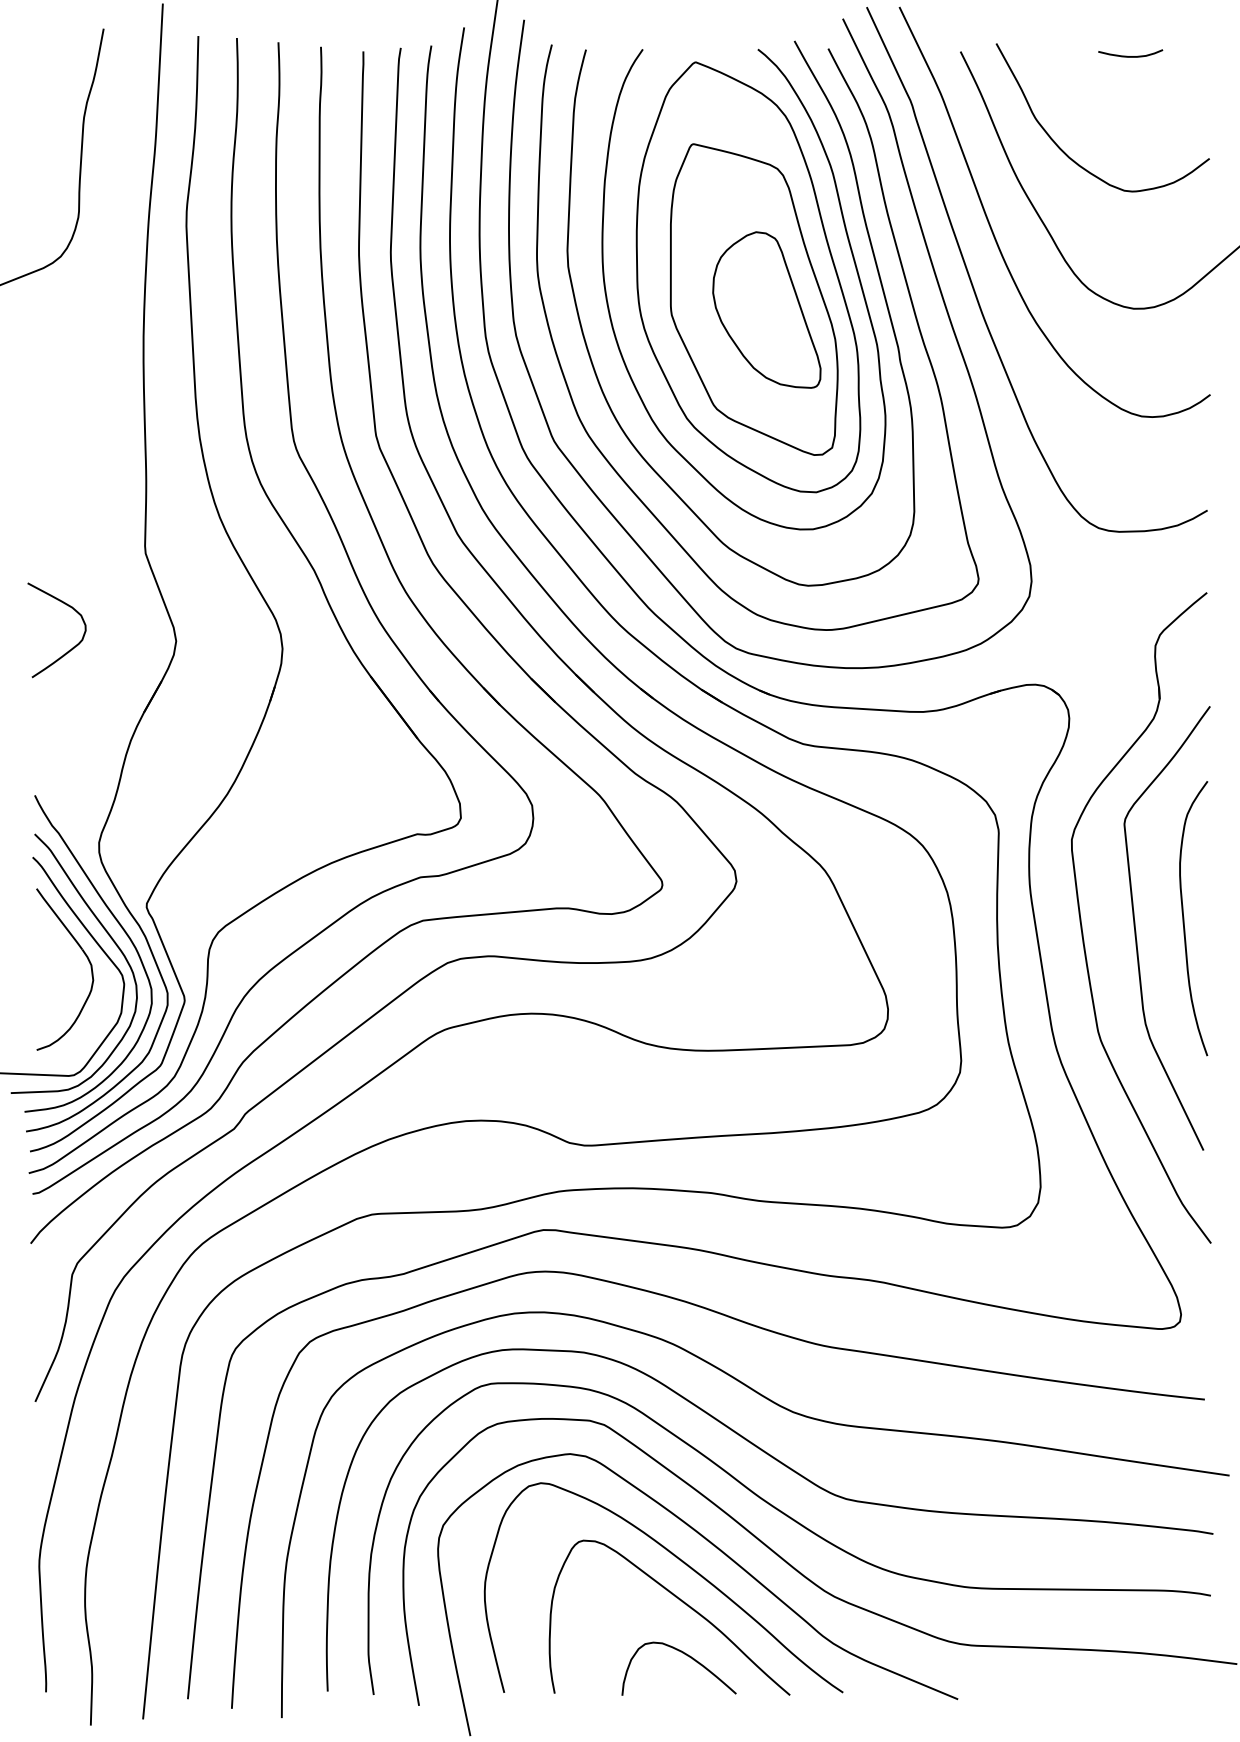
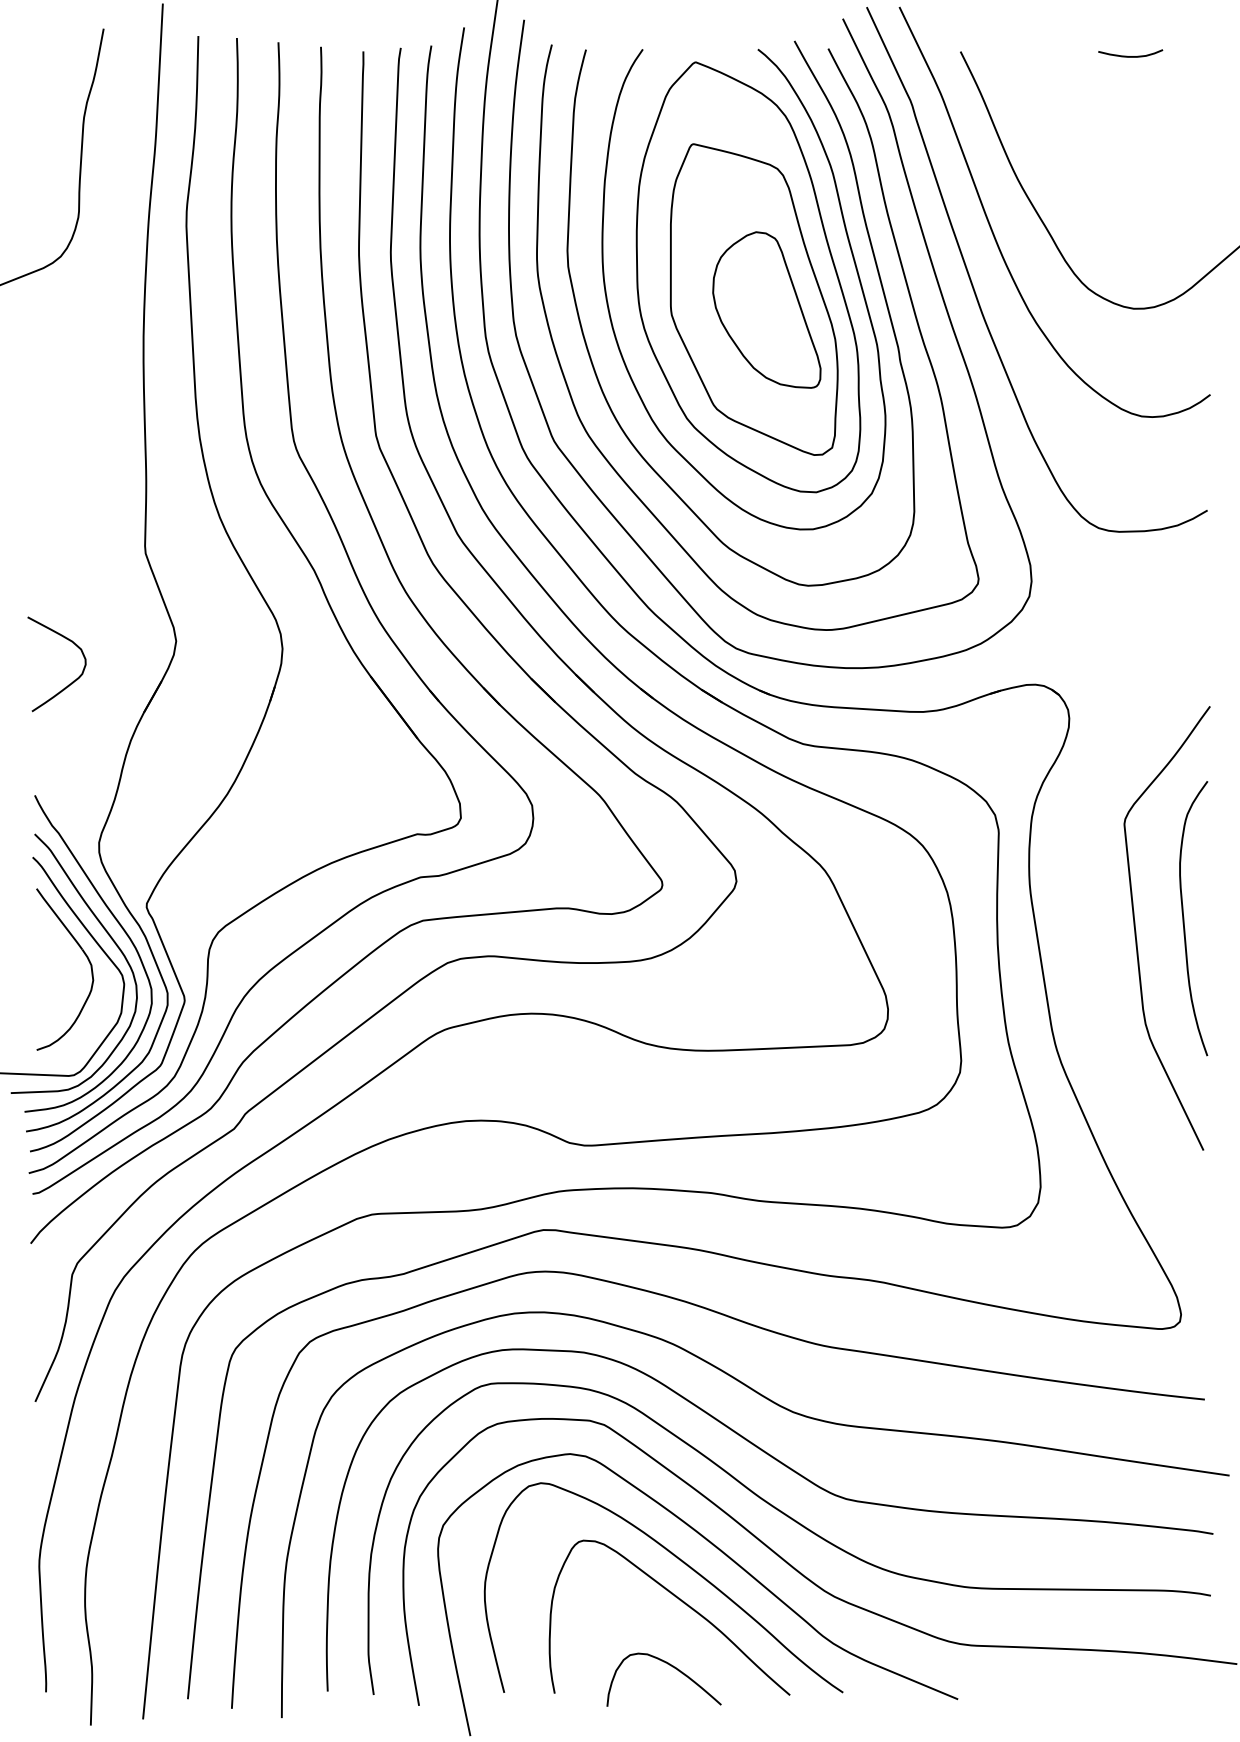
curve at (1066, 153): present -> none
curve at (68, 650) position: (68, 650) -> (68, 684)
part at (1082, 925): present -> none
curve at (687, 1656) position: (687, 1656) -> (672, 1667)
